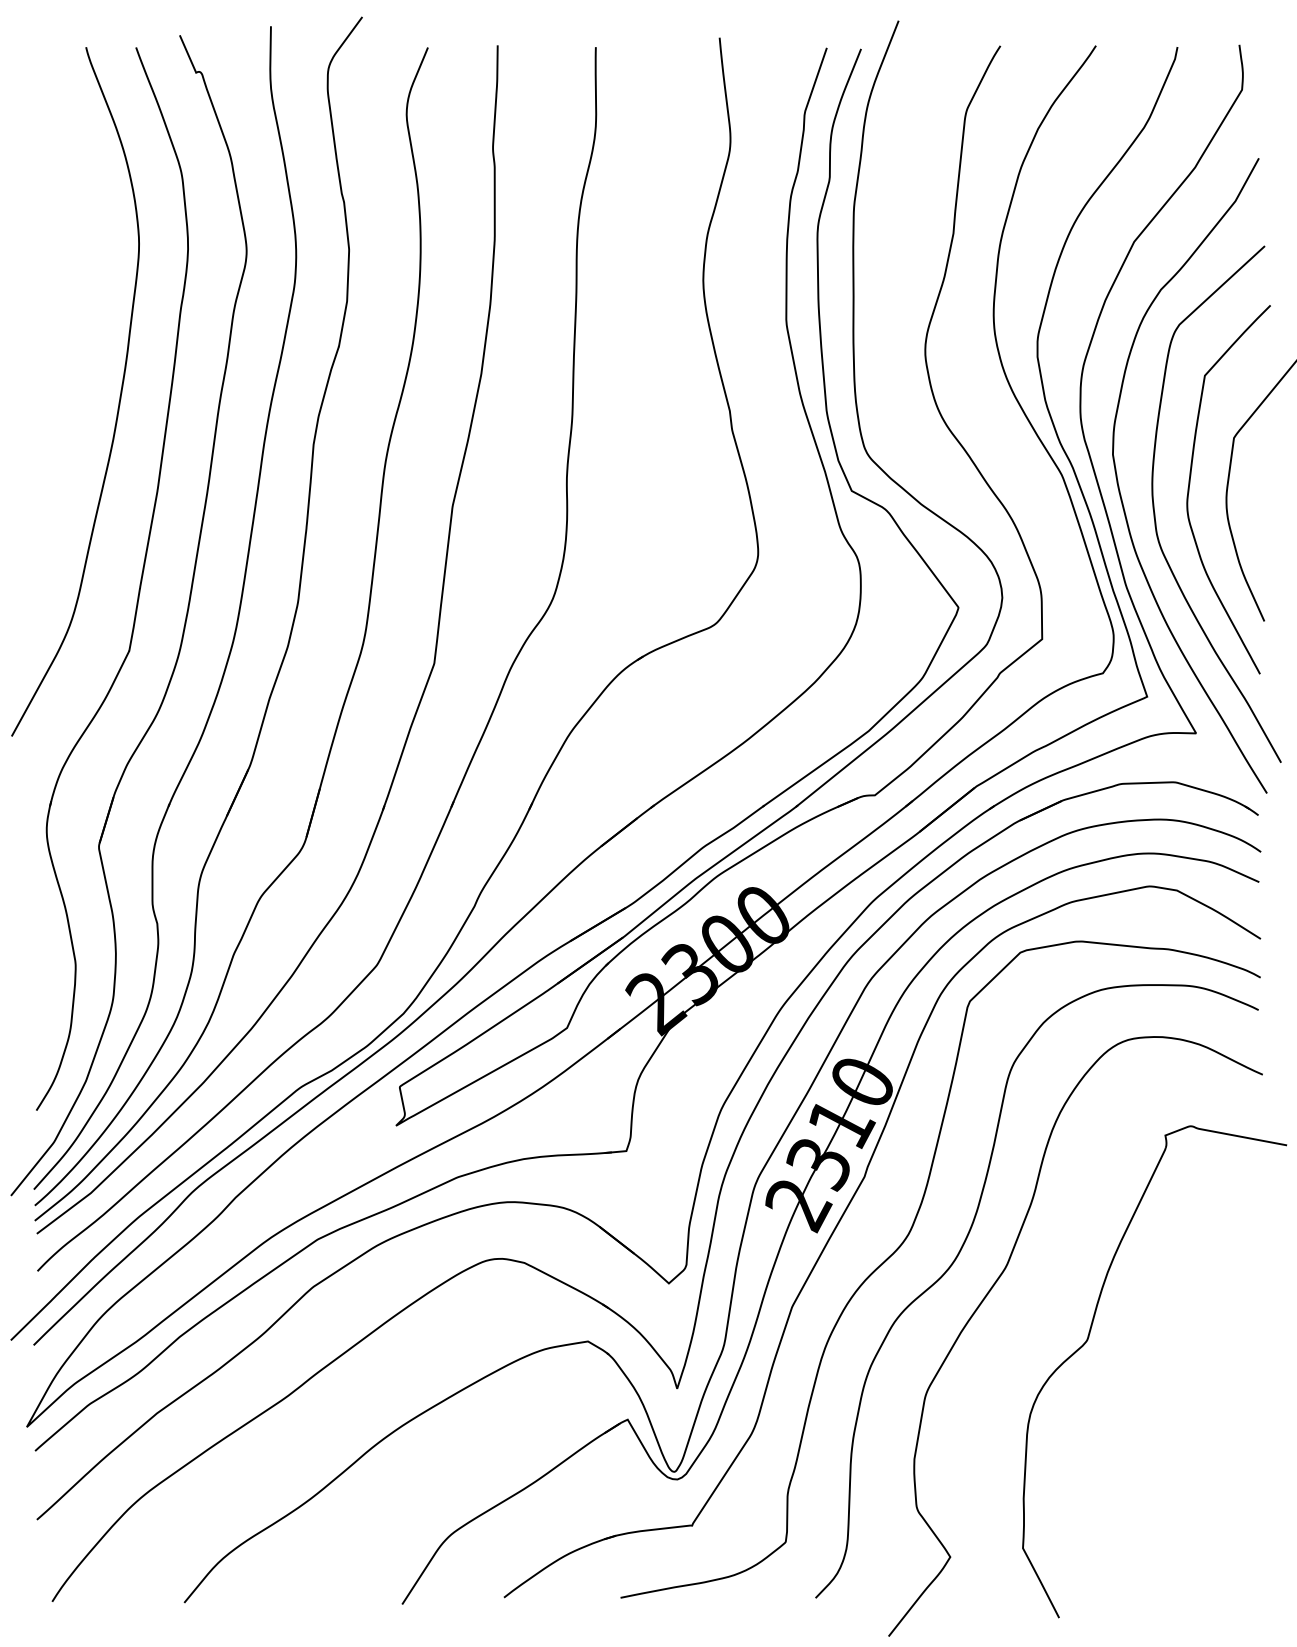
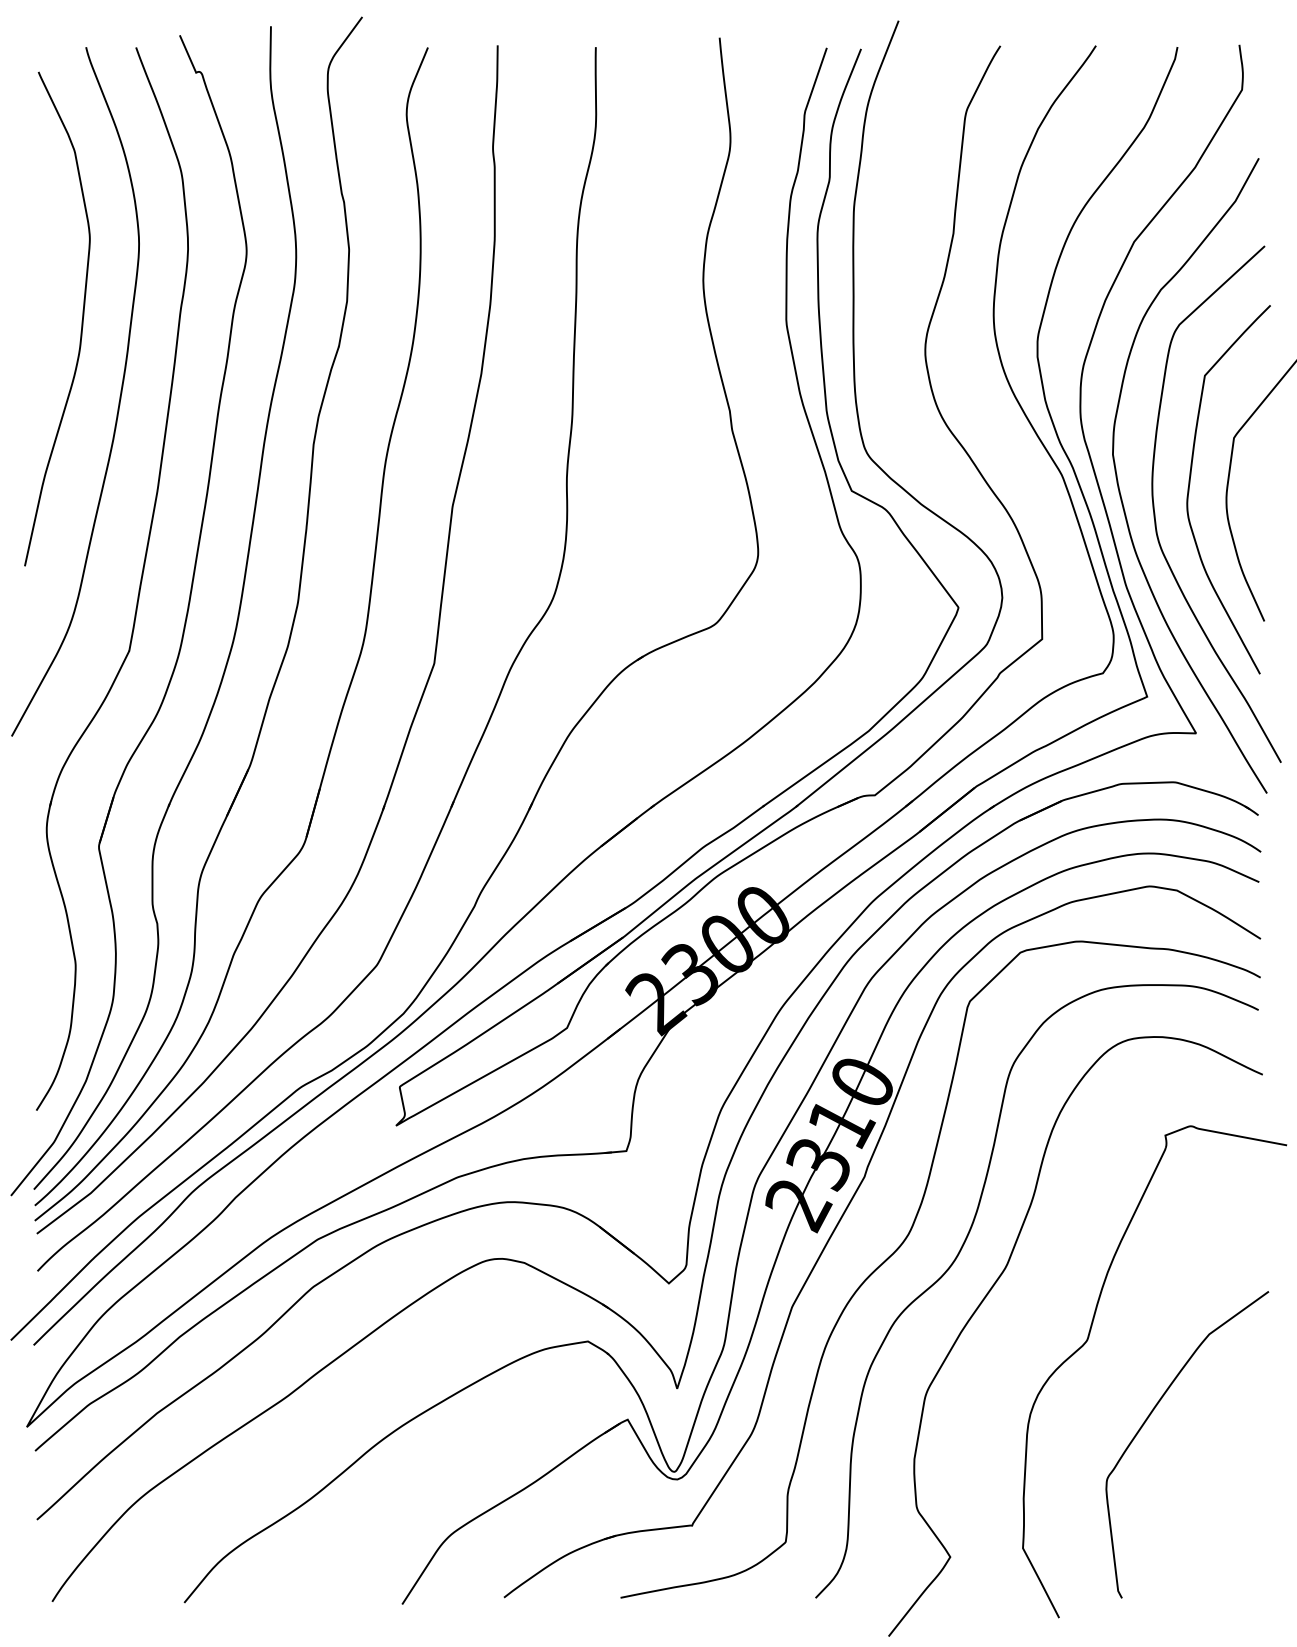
curve at (81, 320): none -> present
curve at (1149, 1417): none -> present
